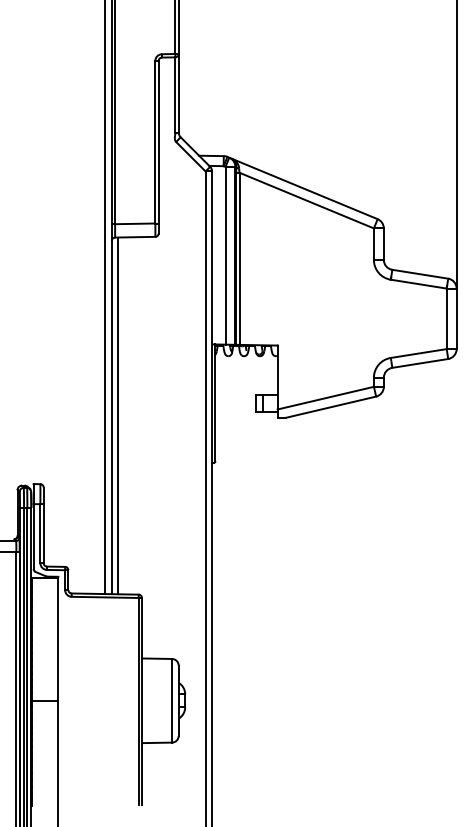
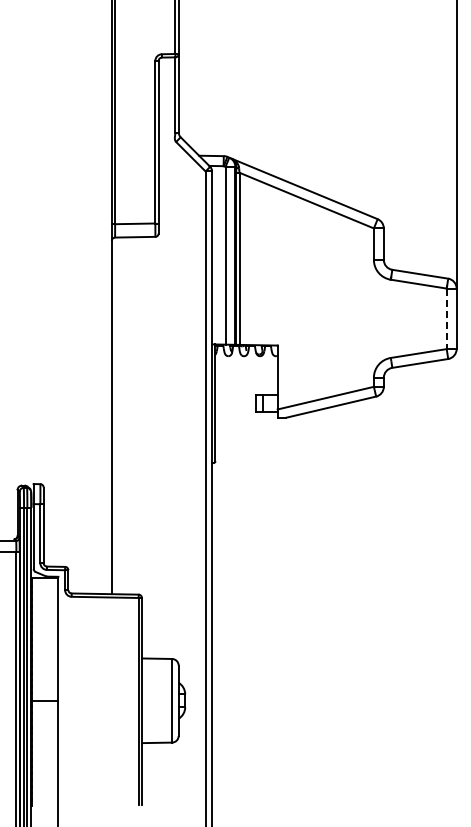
line at (105, 298): present -> none
line at (446, 319): solid -> dashed
line at (118, 415): present -> none
